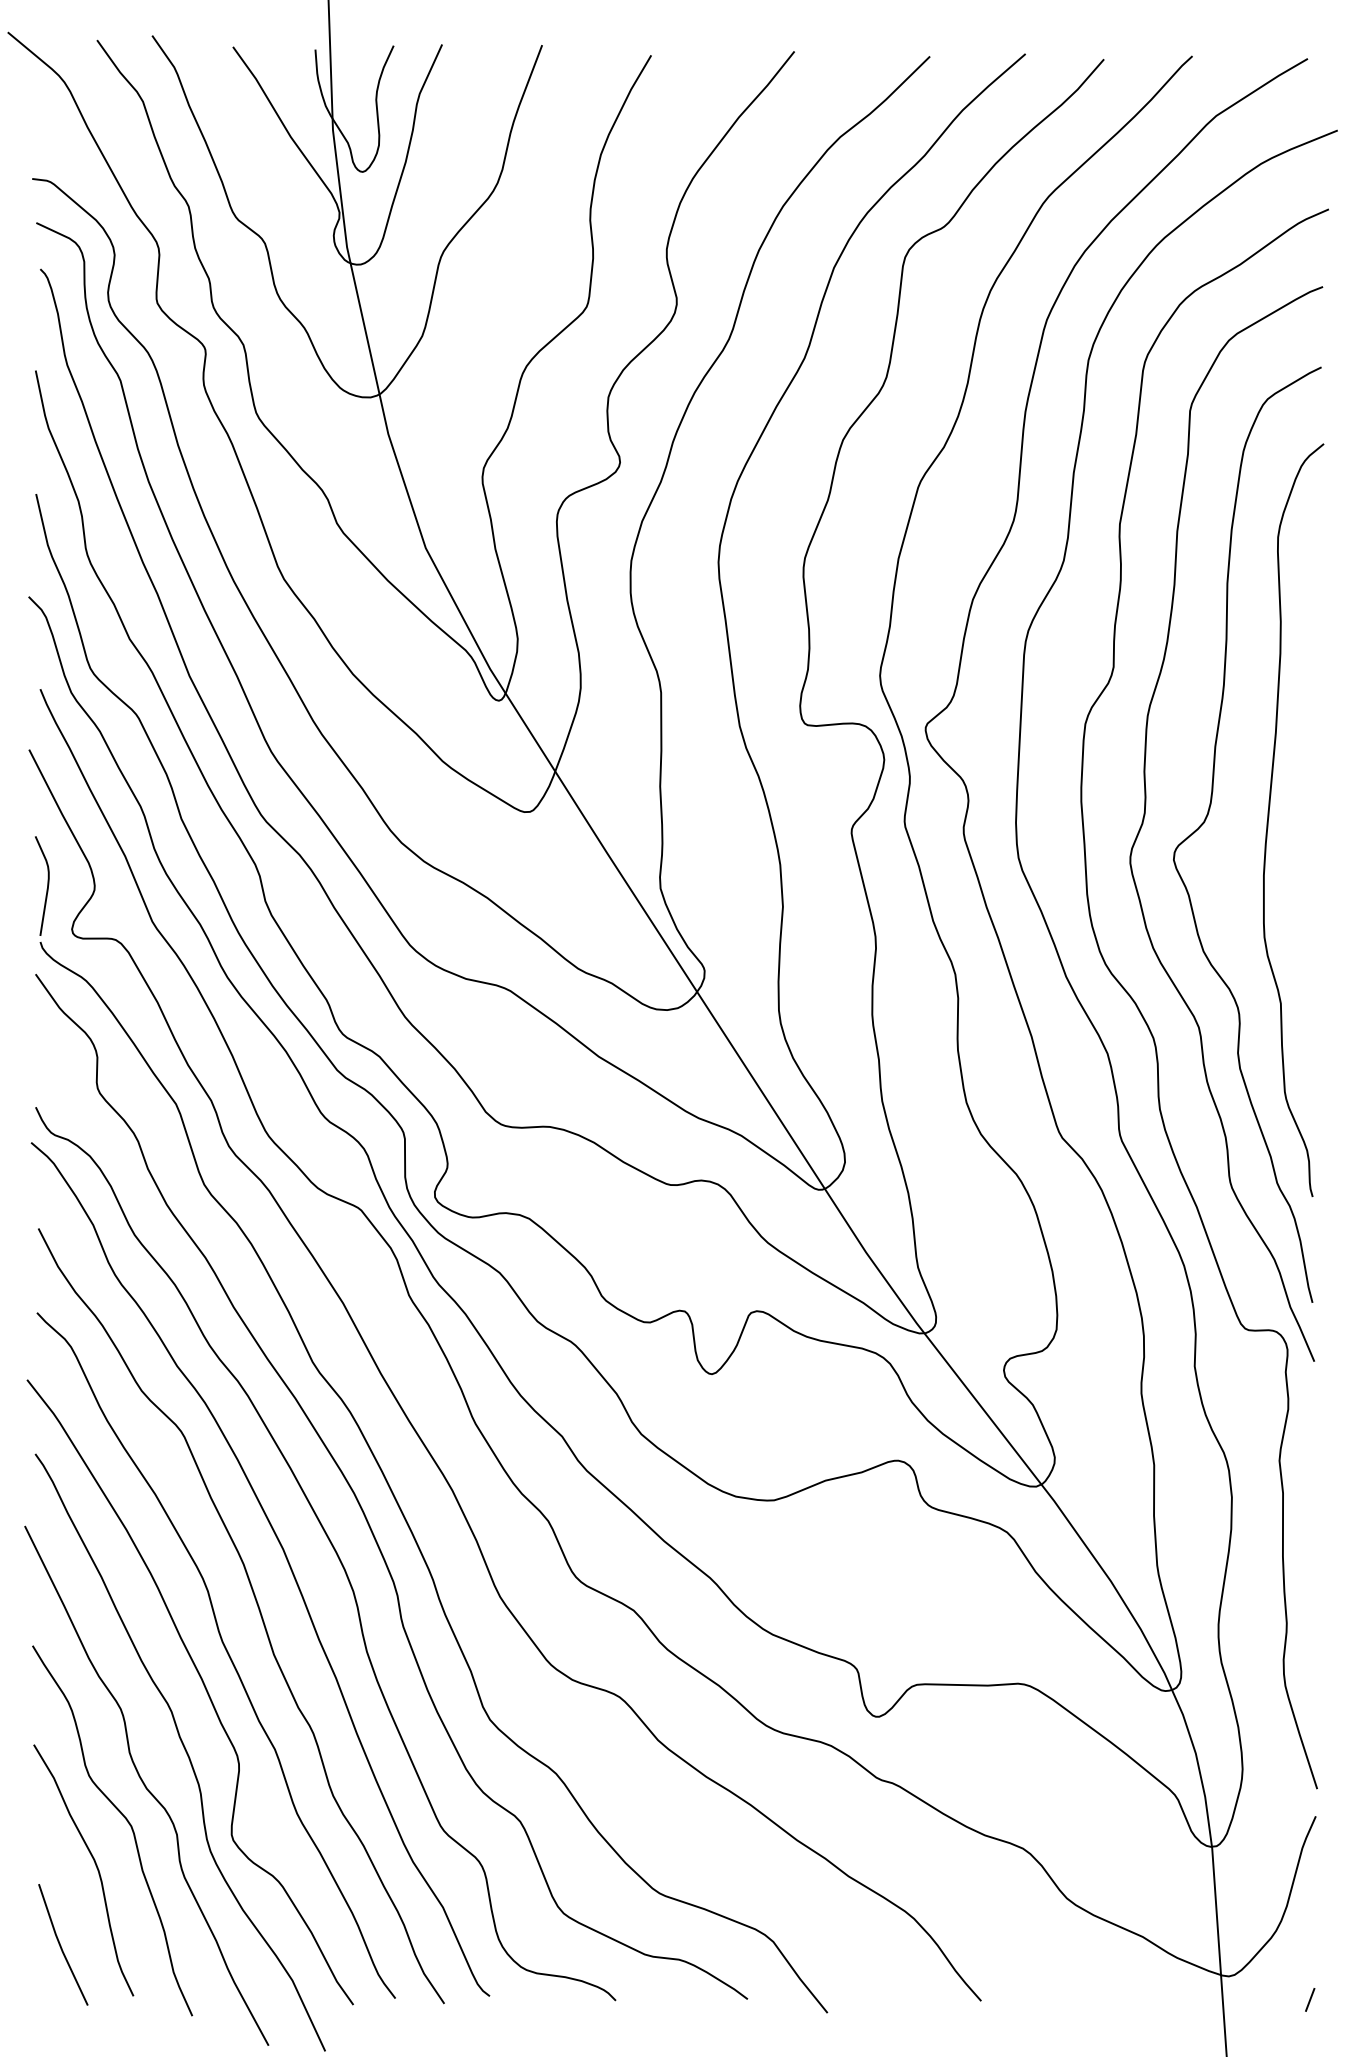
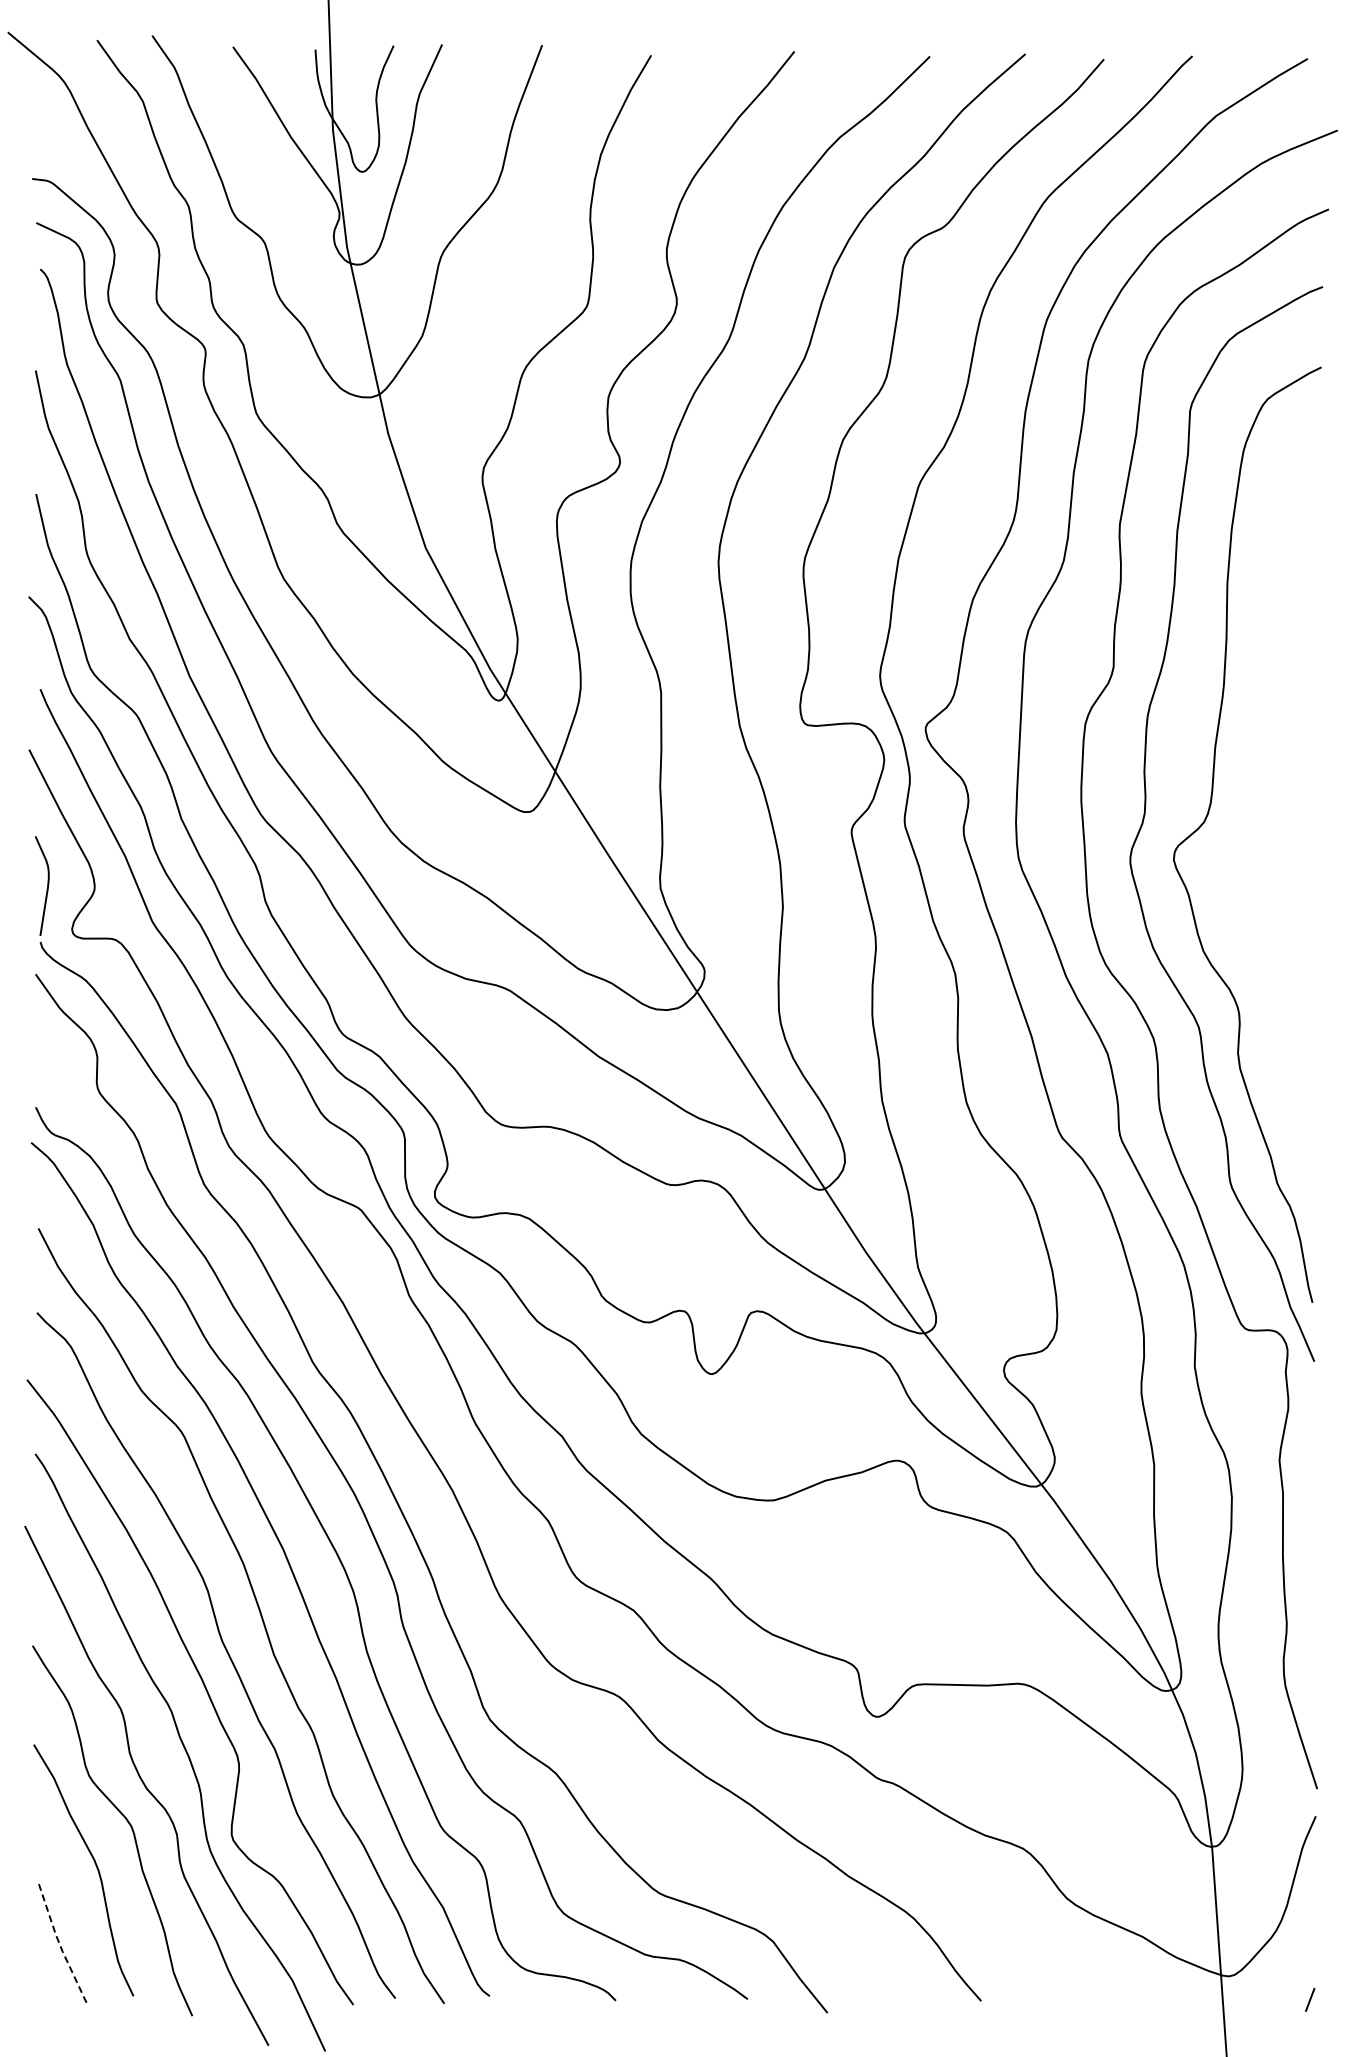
curve at (1269, 817): present -> none
line at (60, 1946): solid -> dashed
